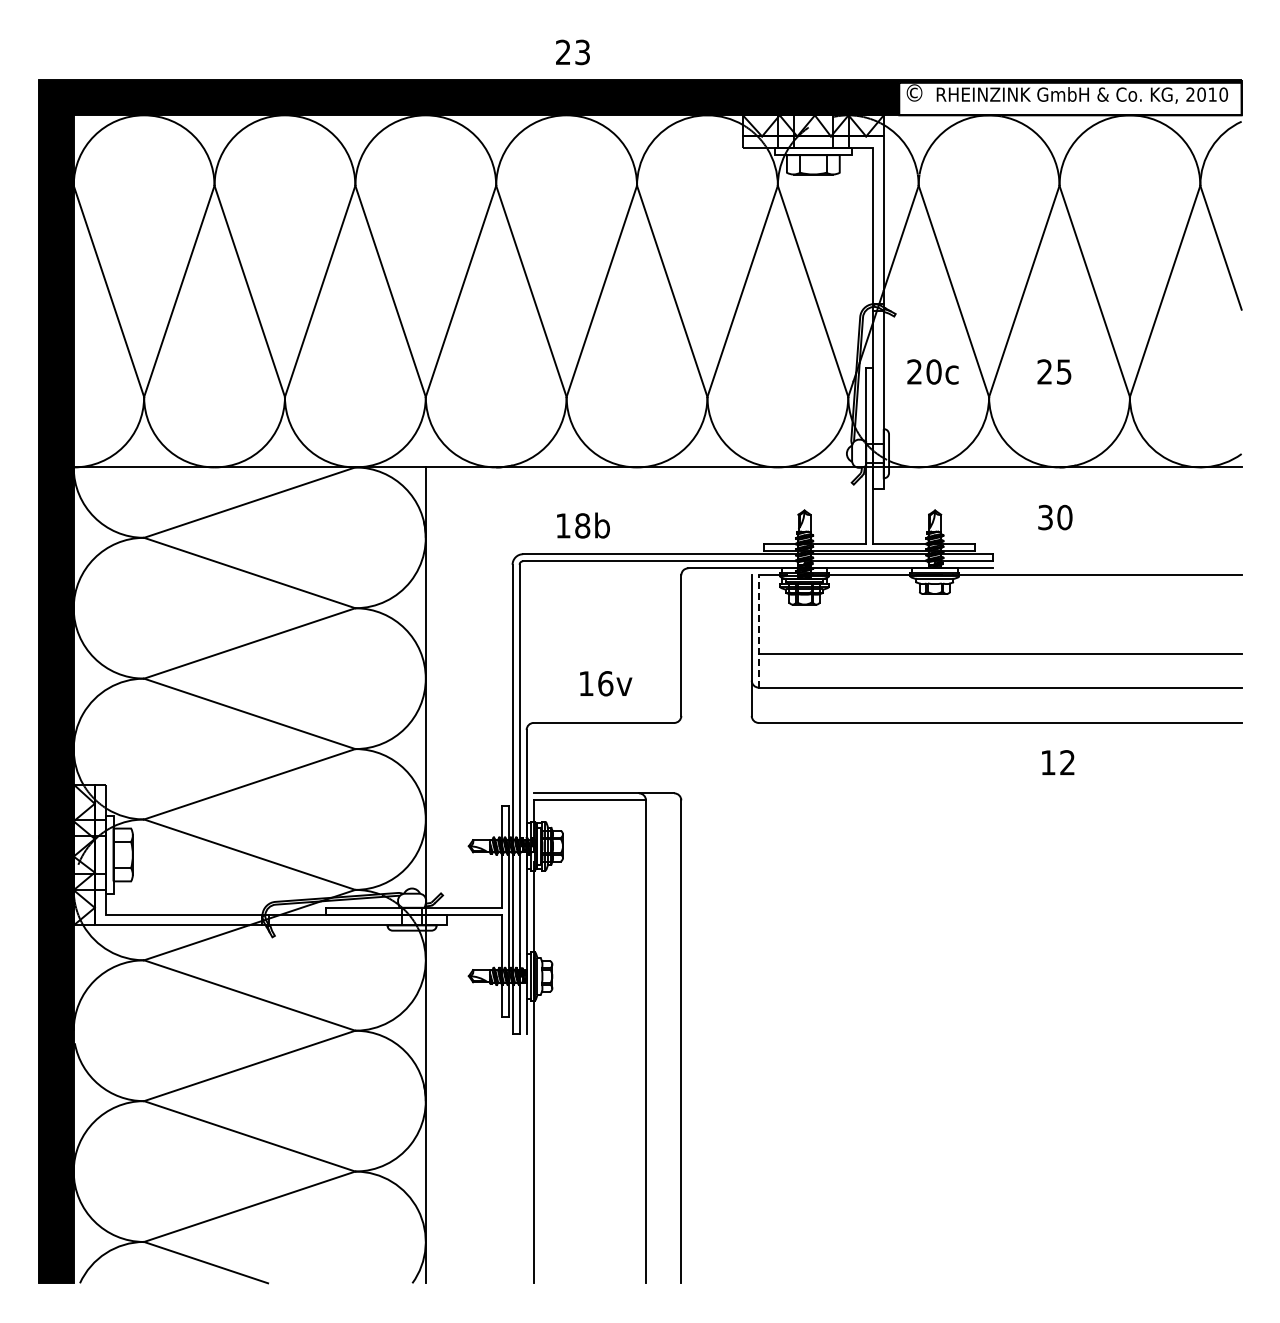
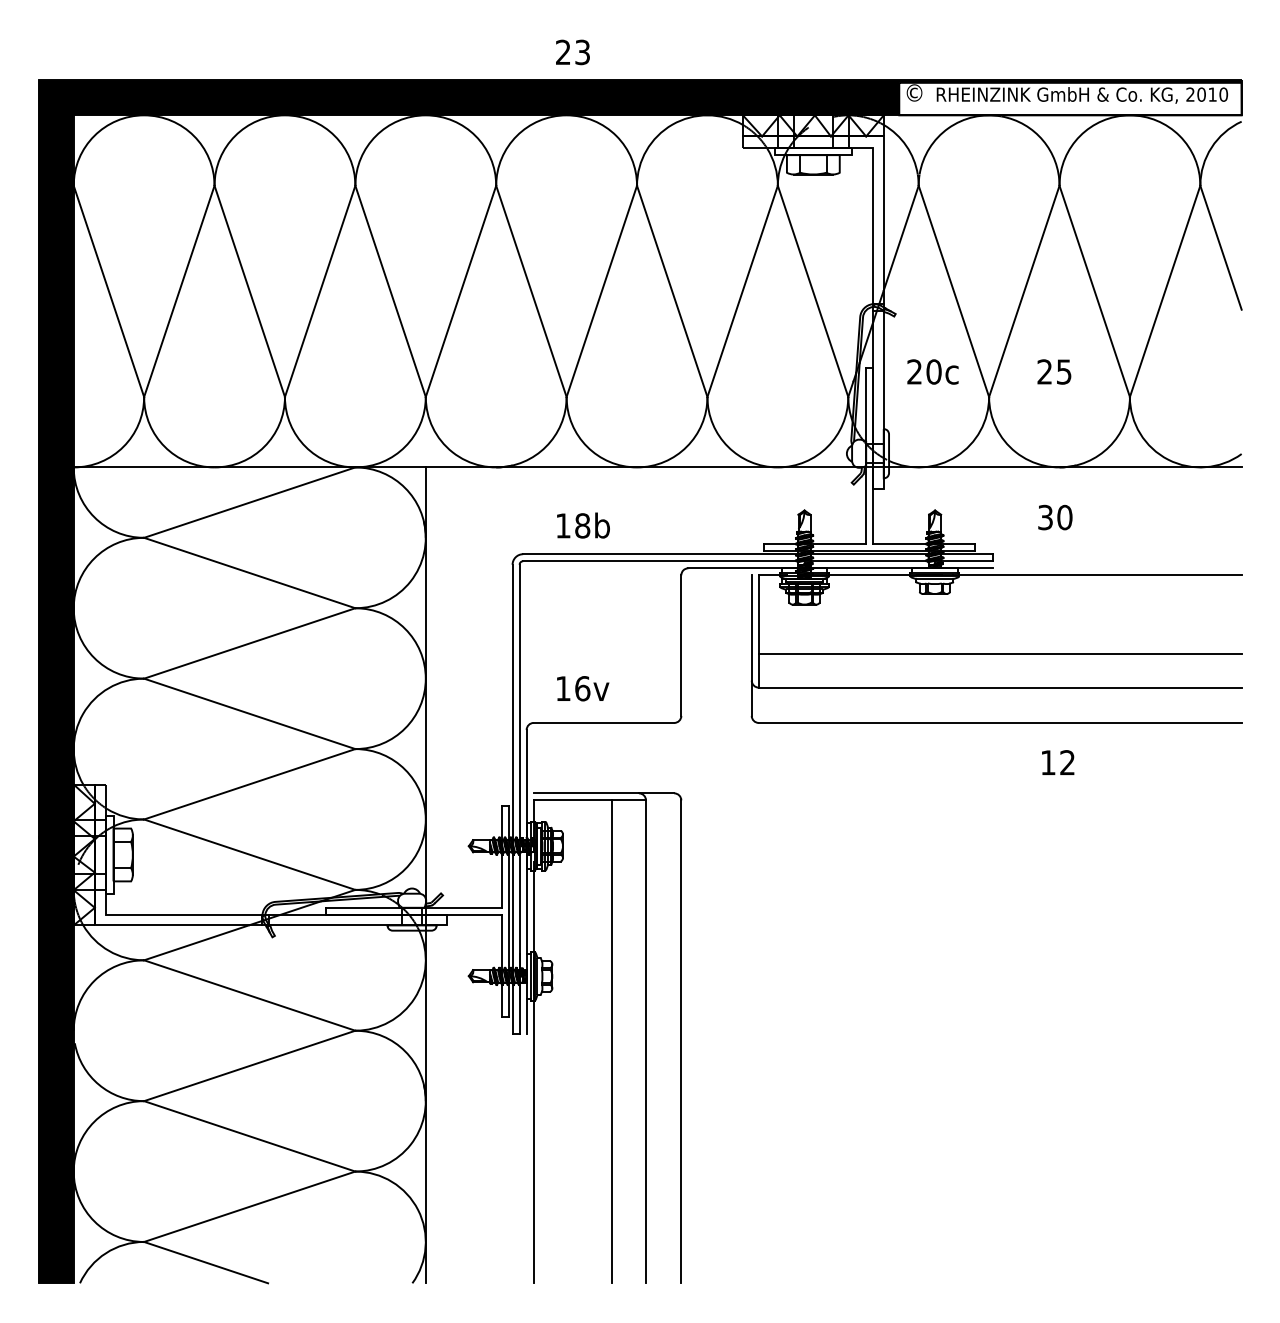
line at (758, 630): dashed -> solid
text at (606, 683) position: (606, 683) -> (583, 688)
line at (612, 1041): none -> present
